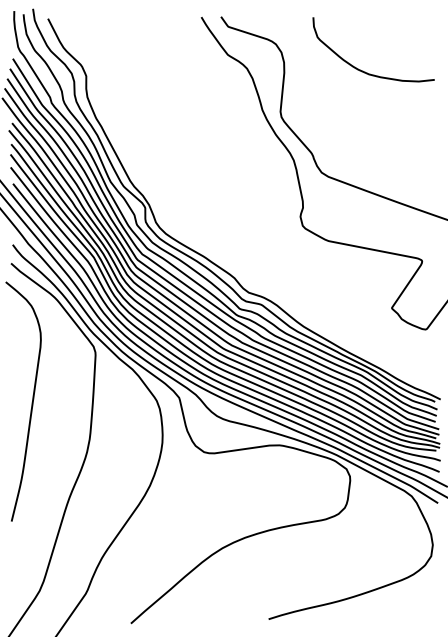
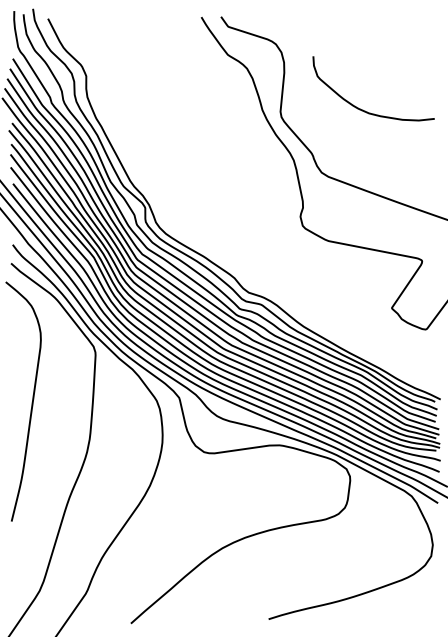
curve at (365, 71) position: (365, 71) -> (365, 110)
